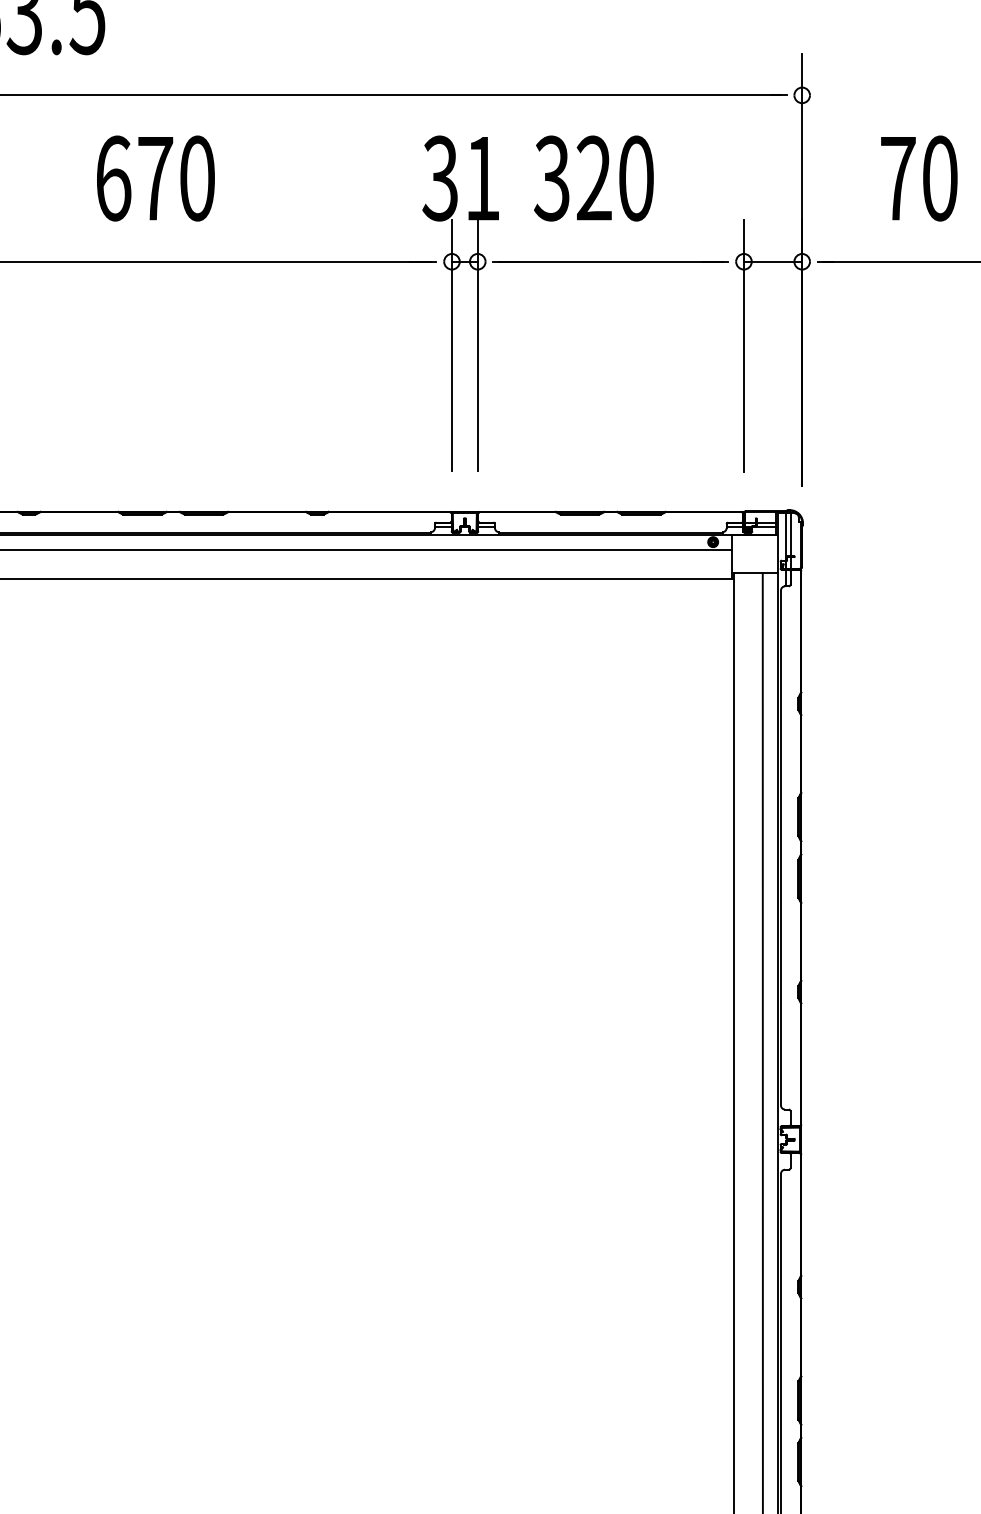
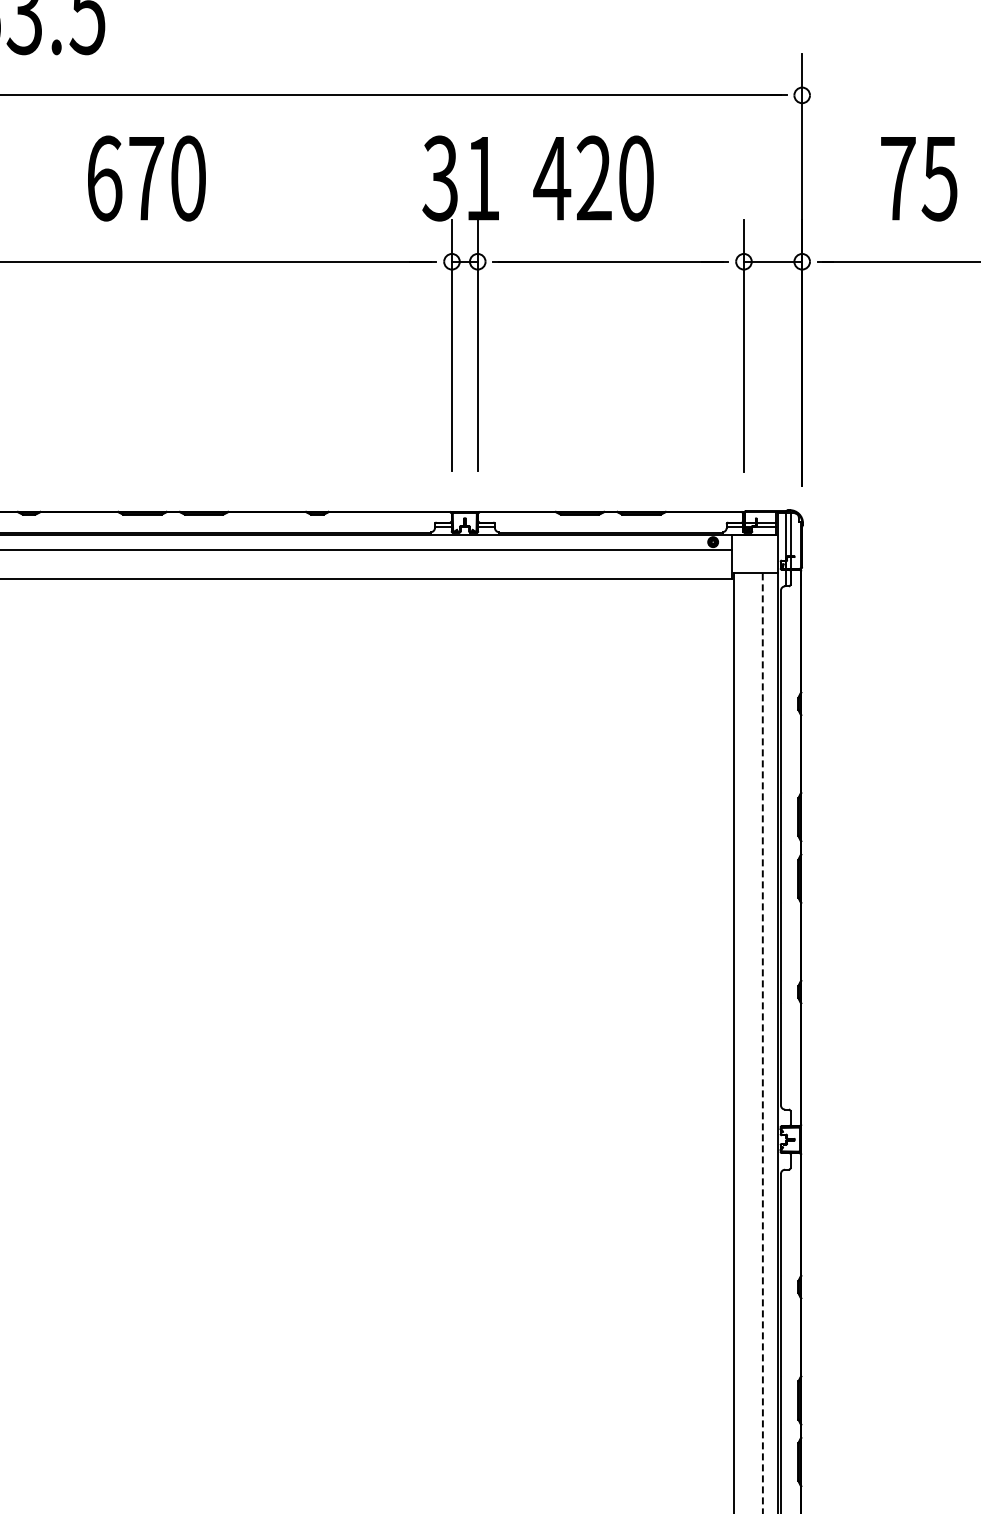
text at (155, 178) position: (155, 178) -> (146, 178)
text at (552, 178): 320 -> 420
text at (939, 178): 70 -> 75
line at (762, 1043): solid -> dashed
